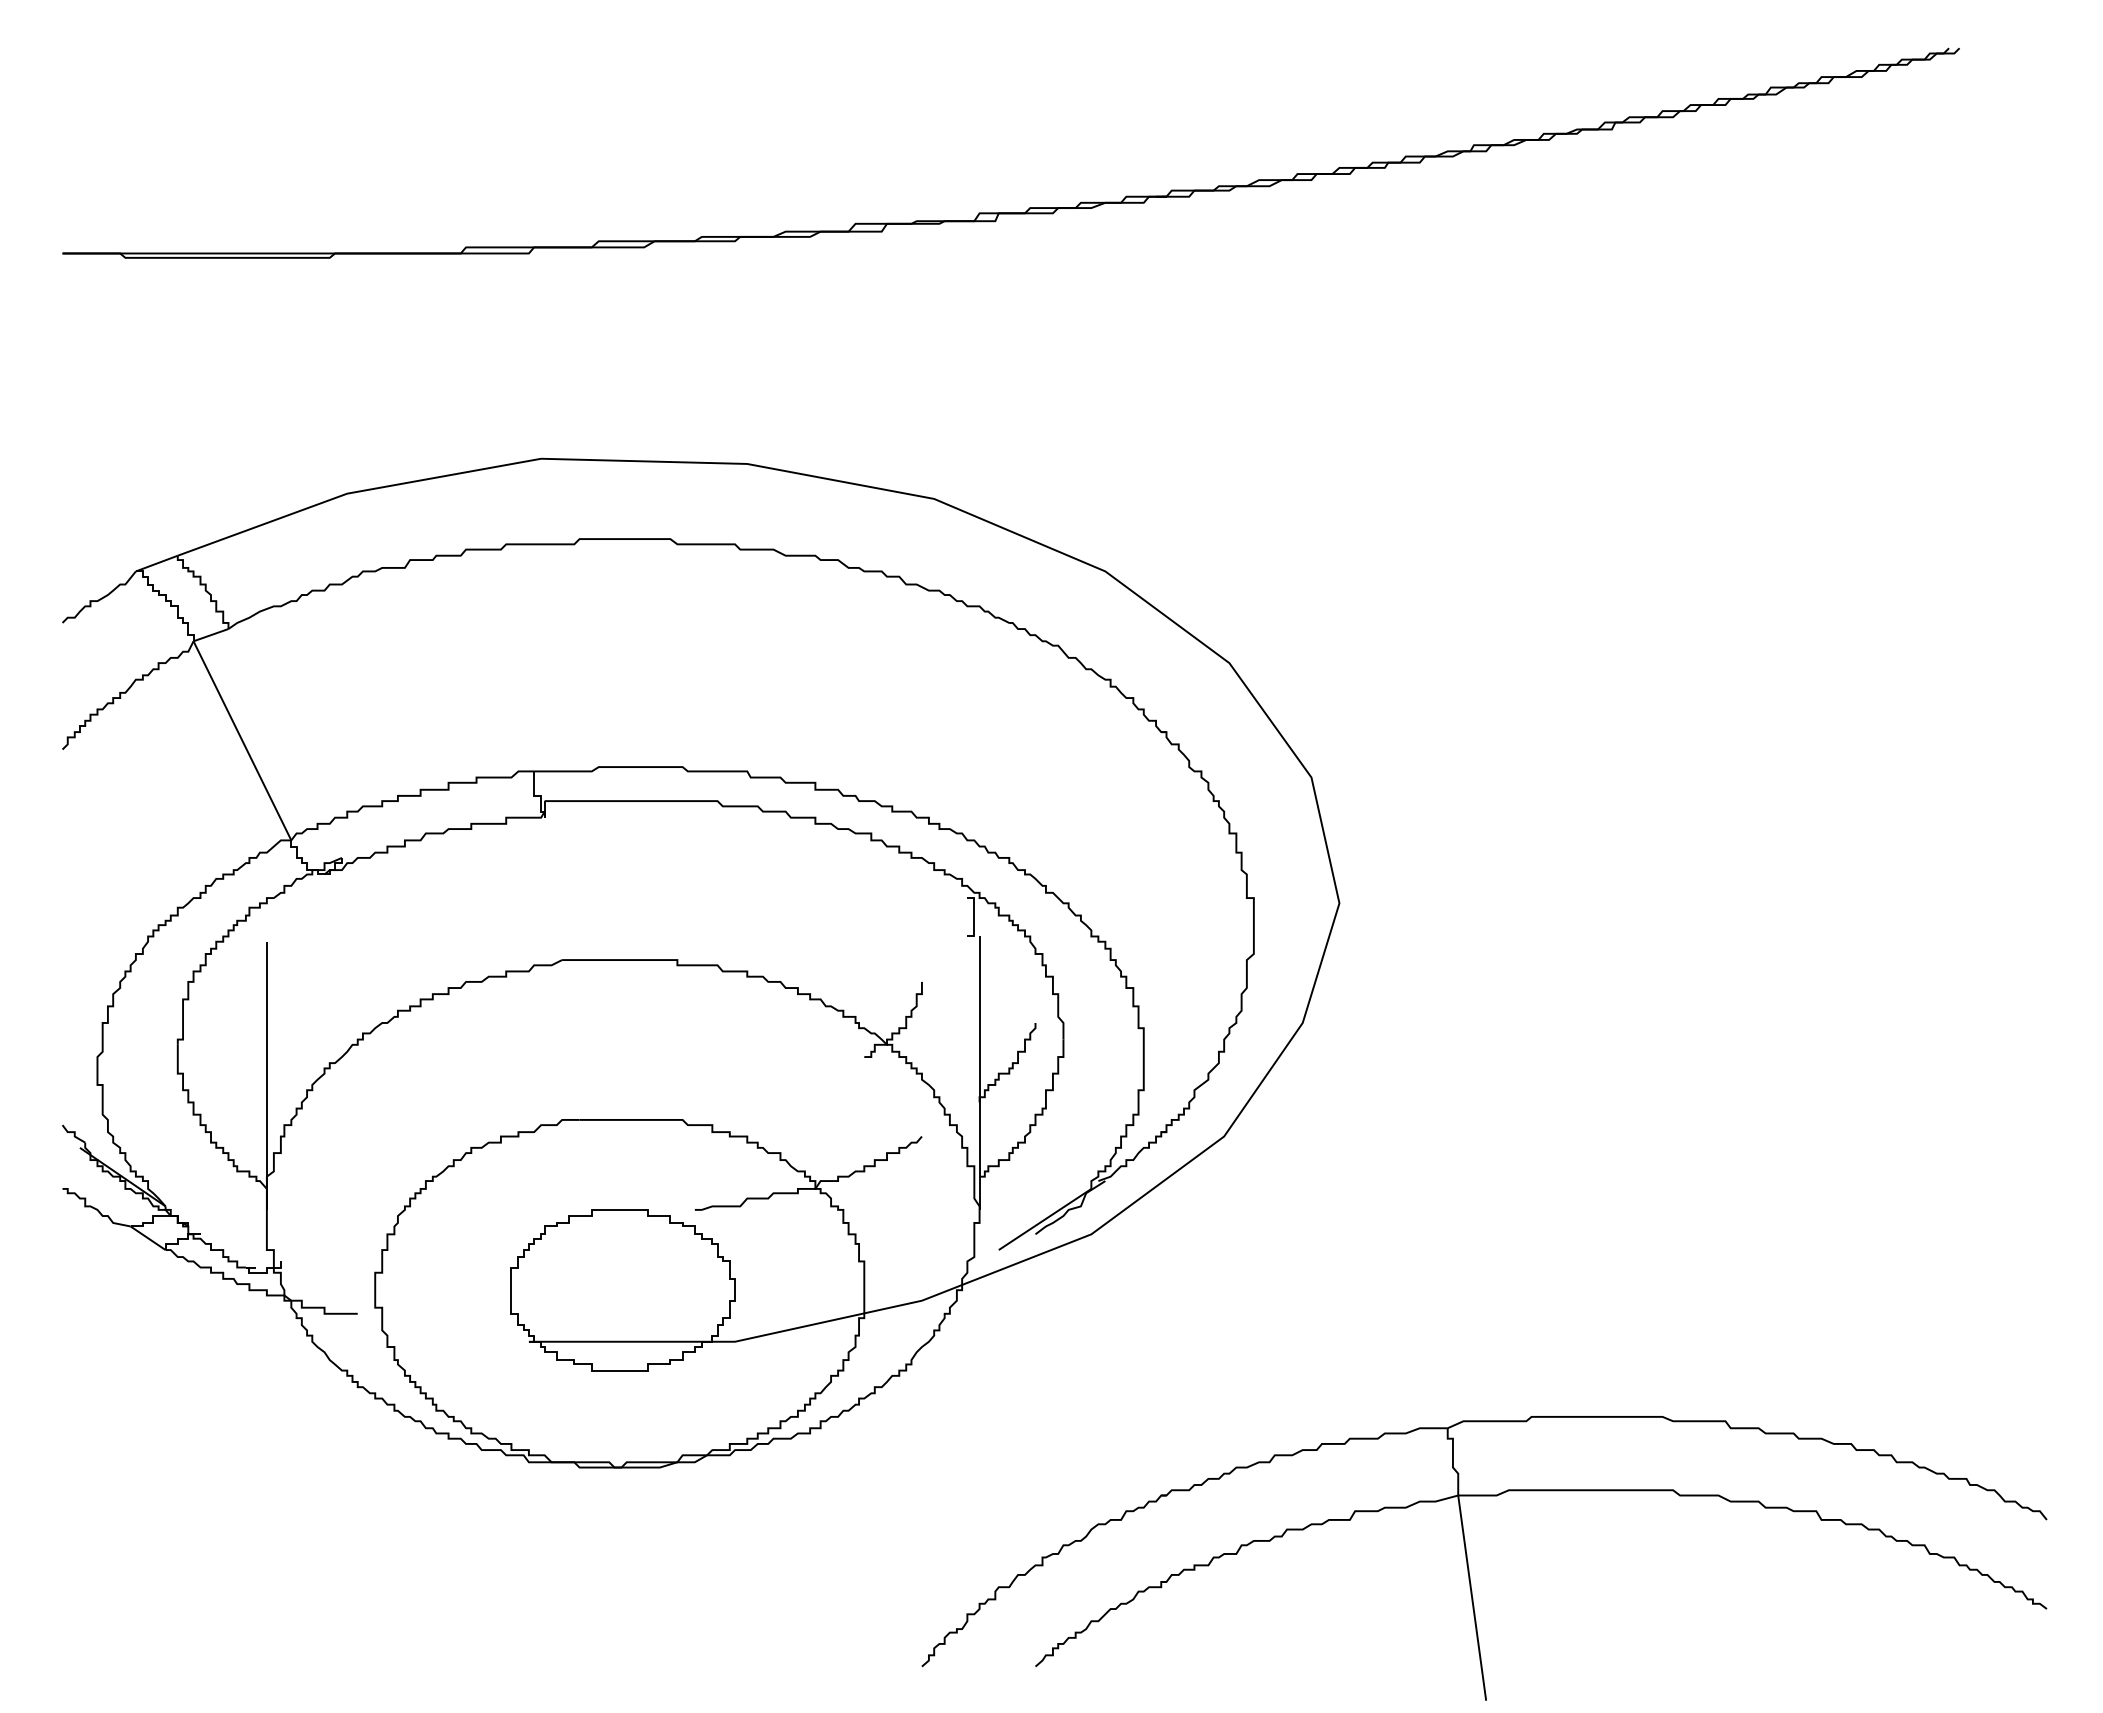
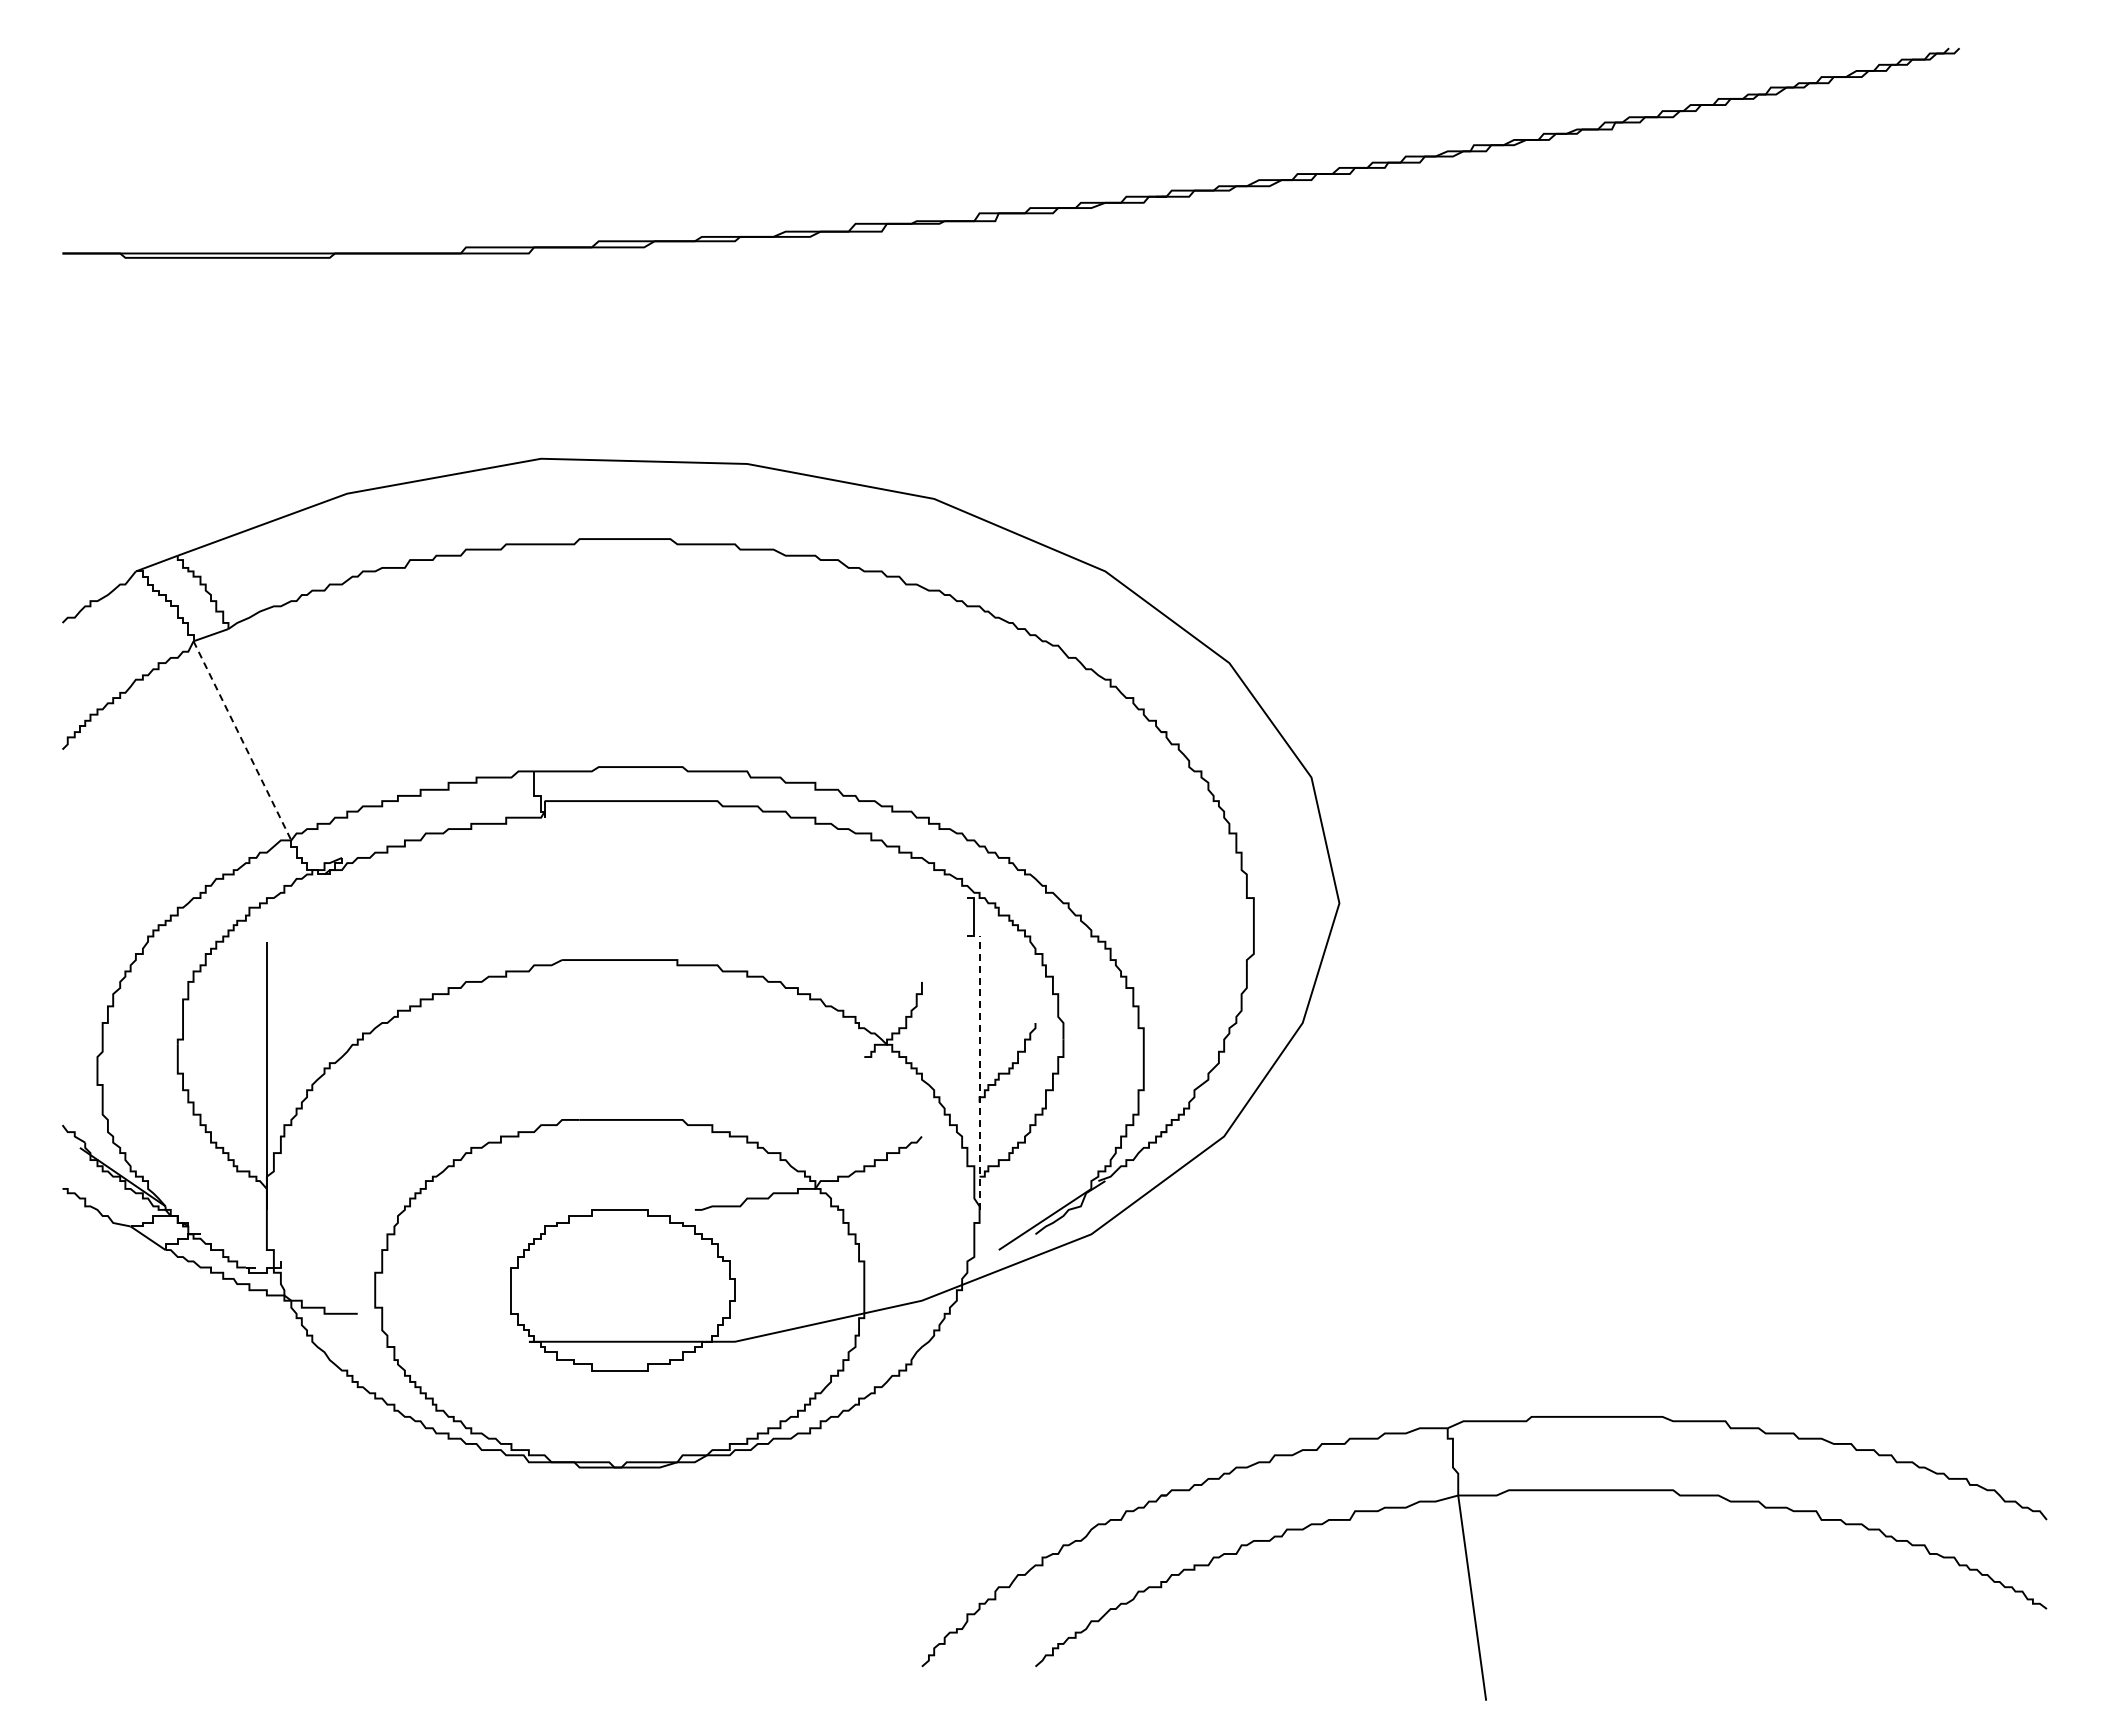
line at (242, 740): solid -> dashed
line at (979, 1073): solid -> dashed
